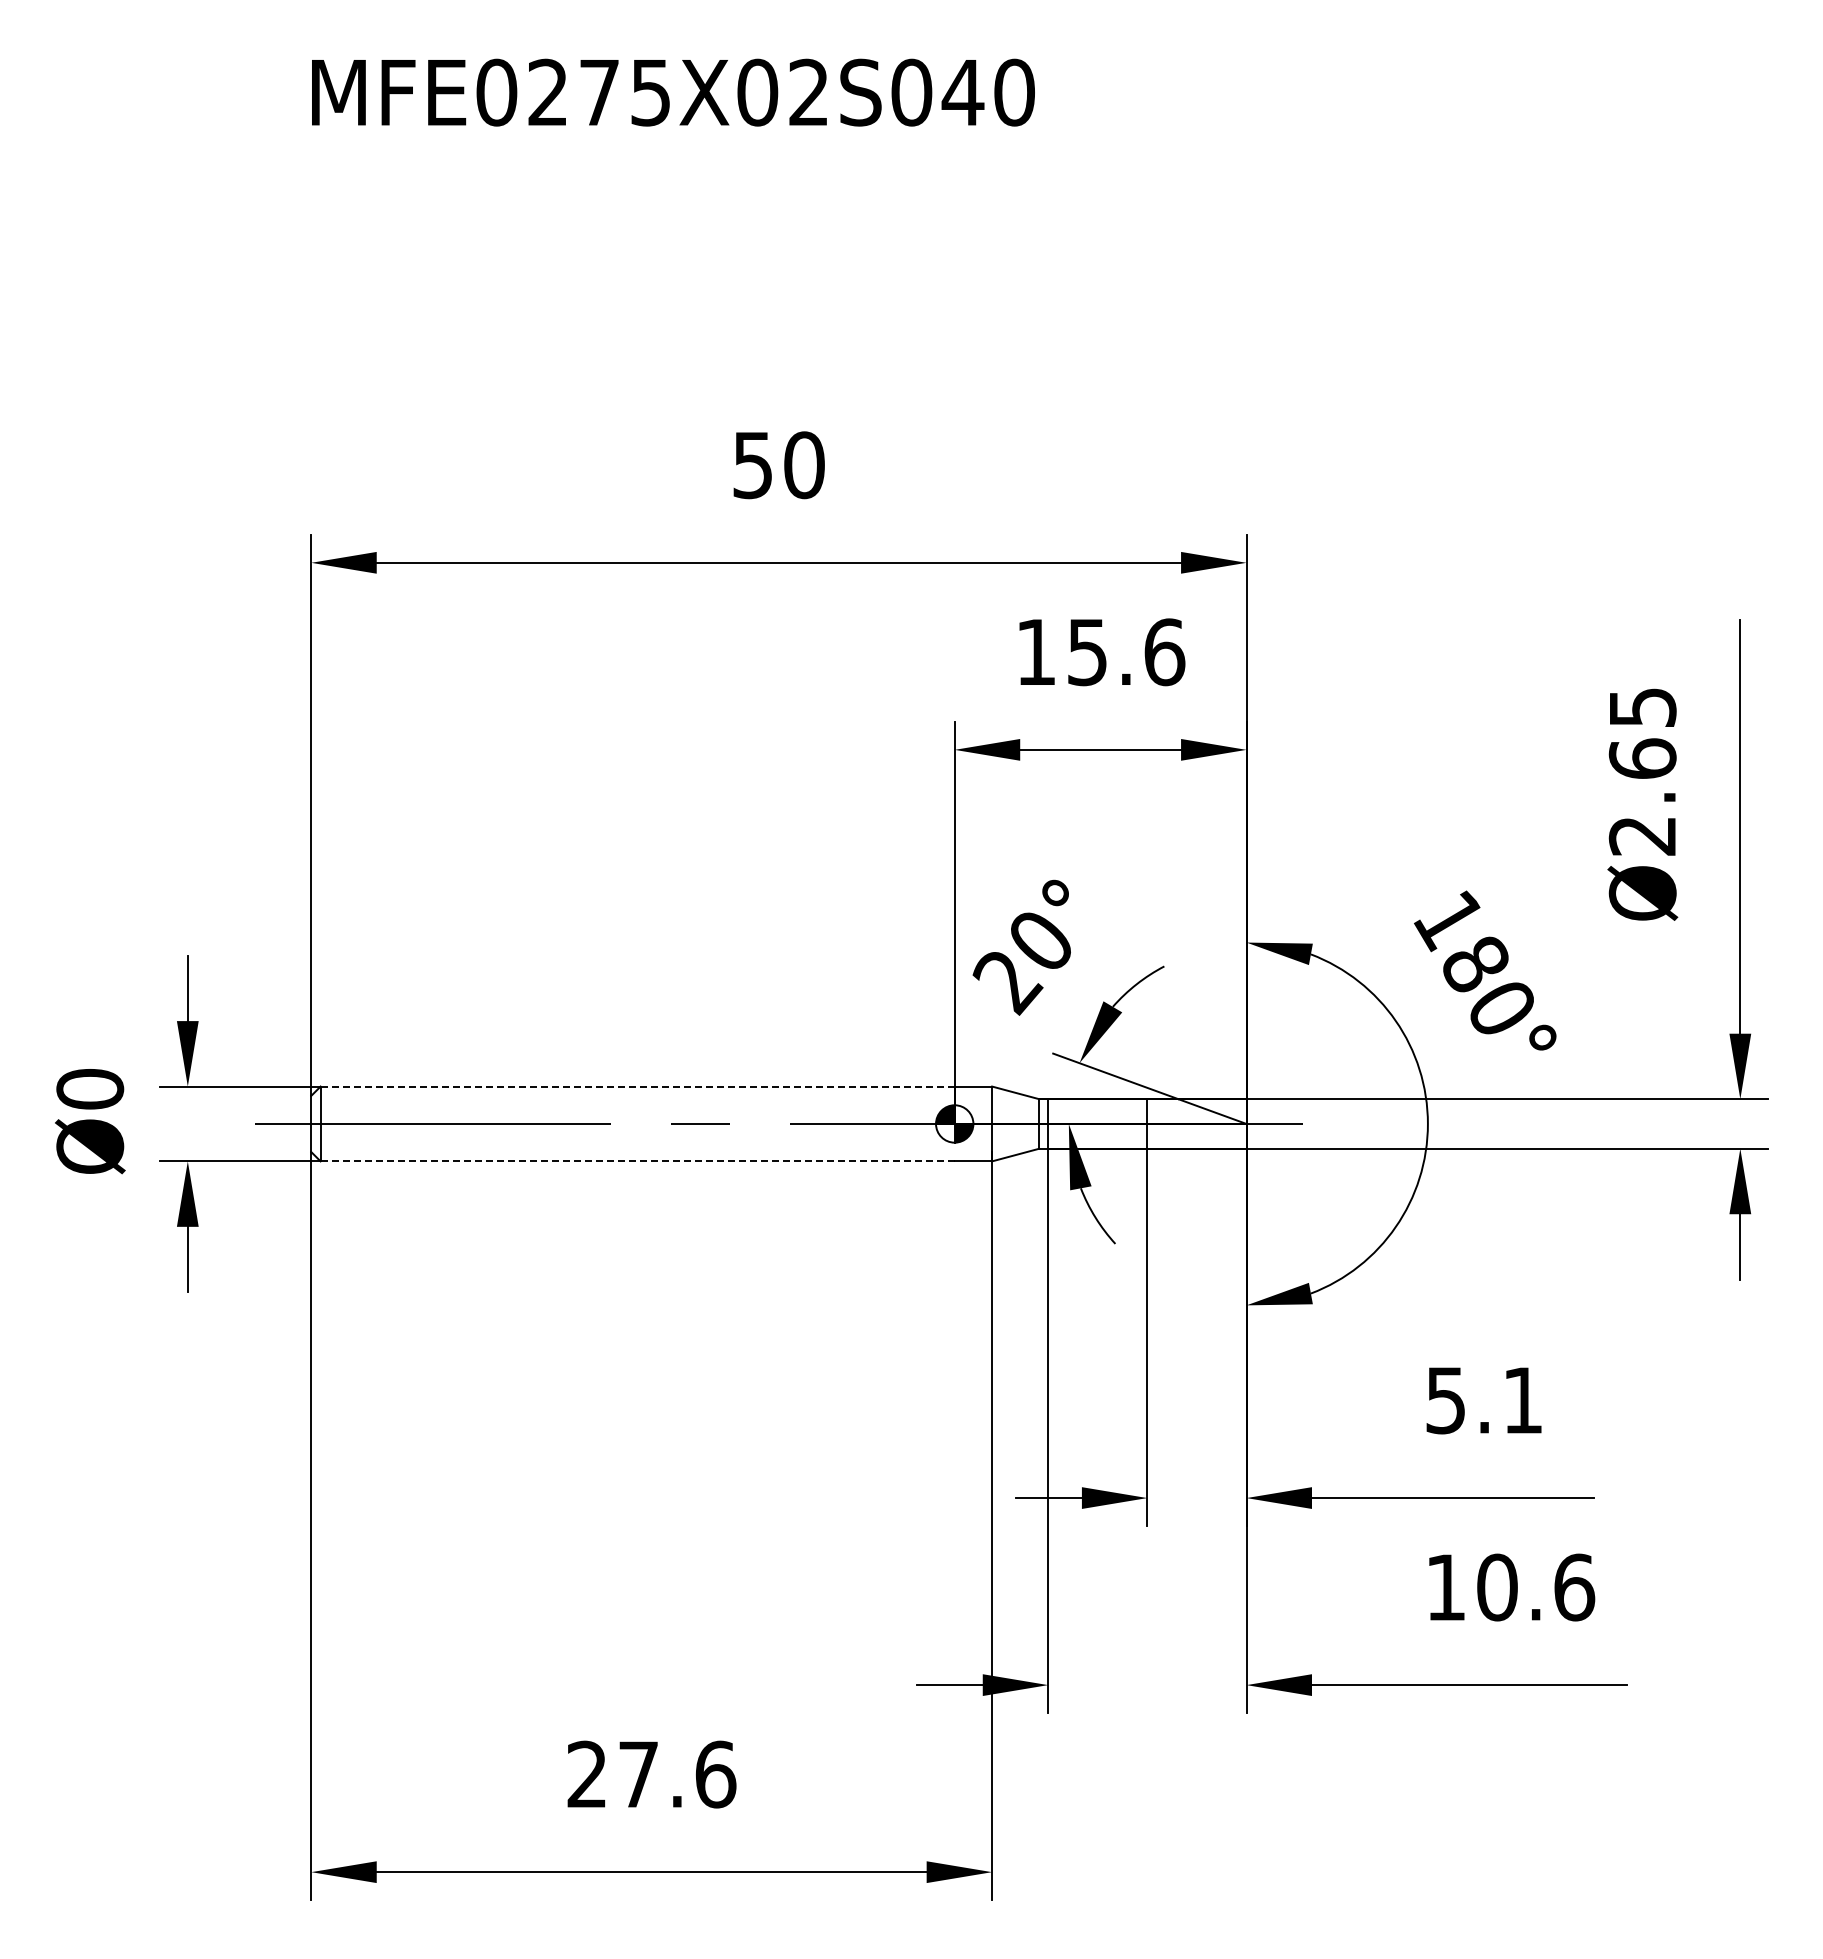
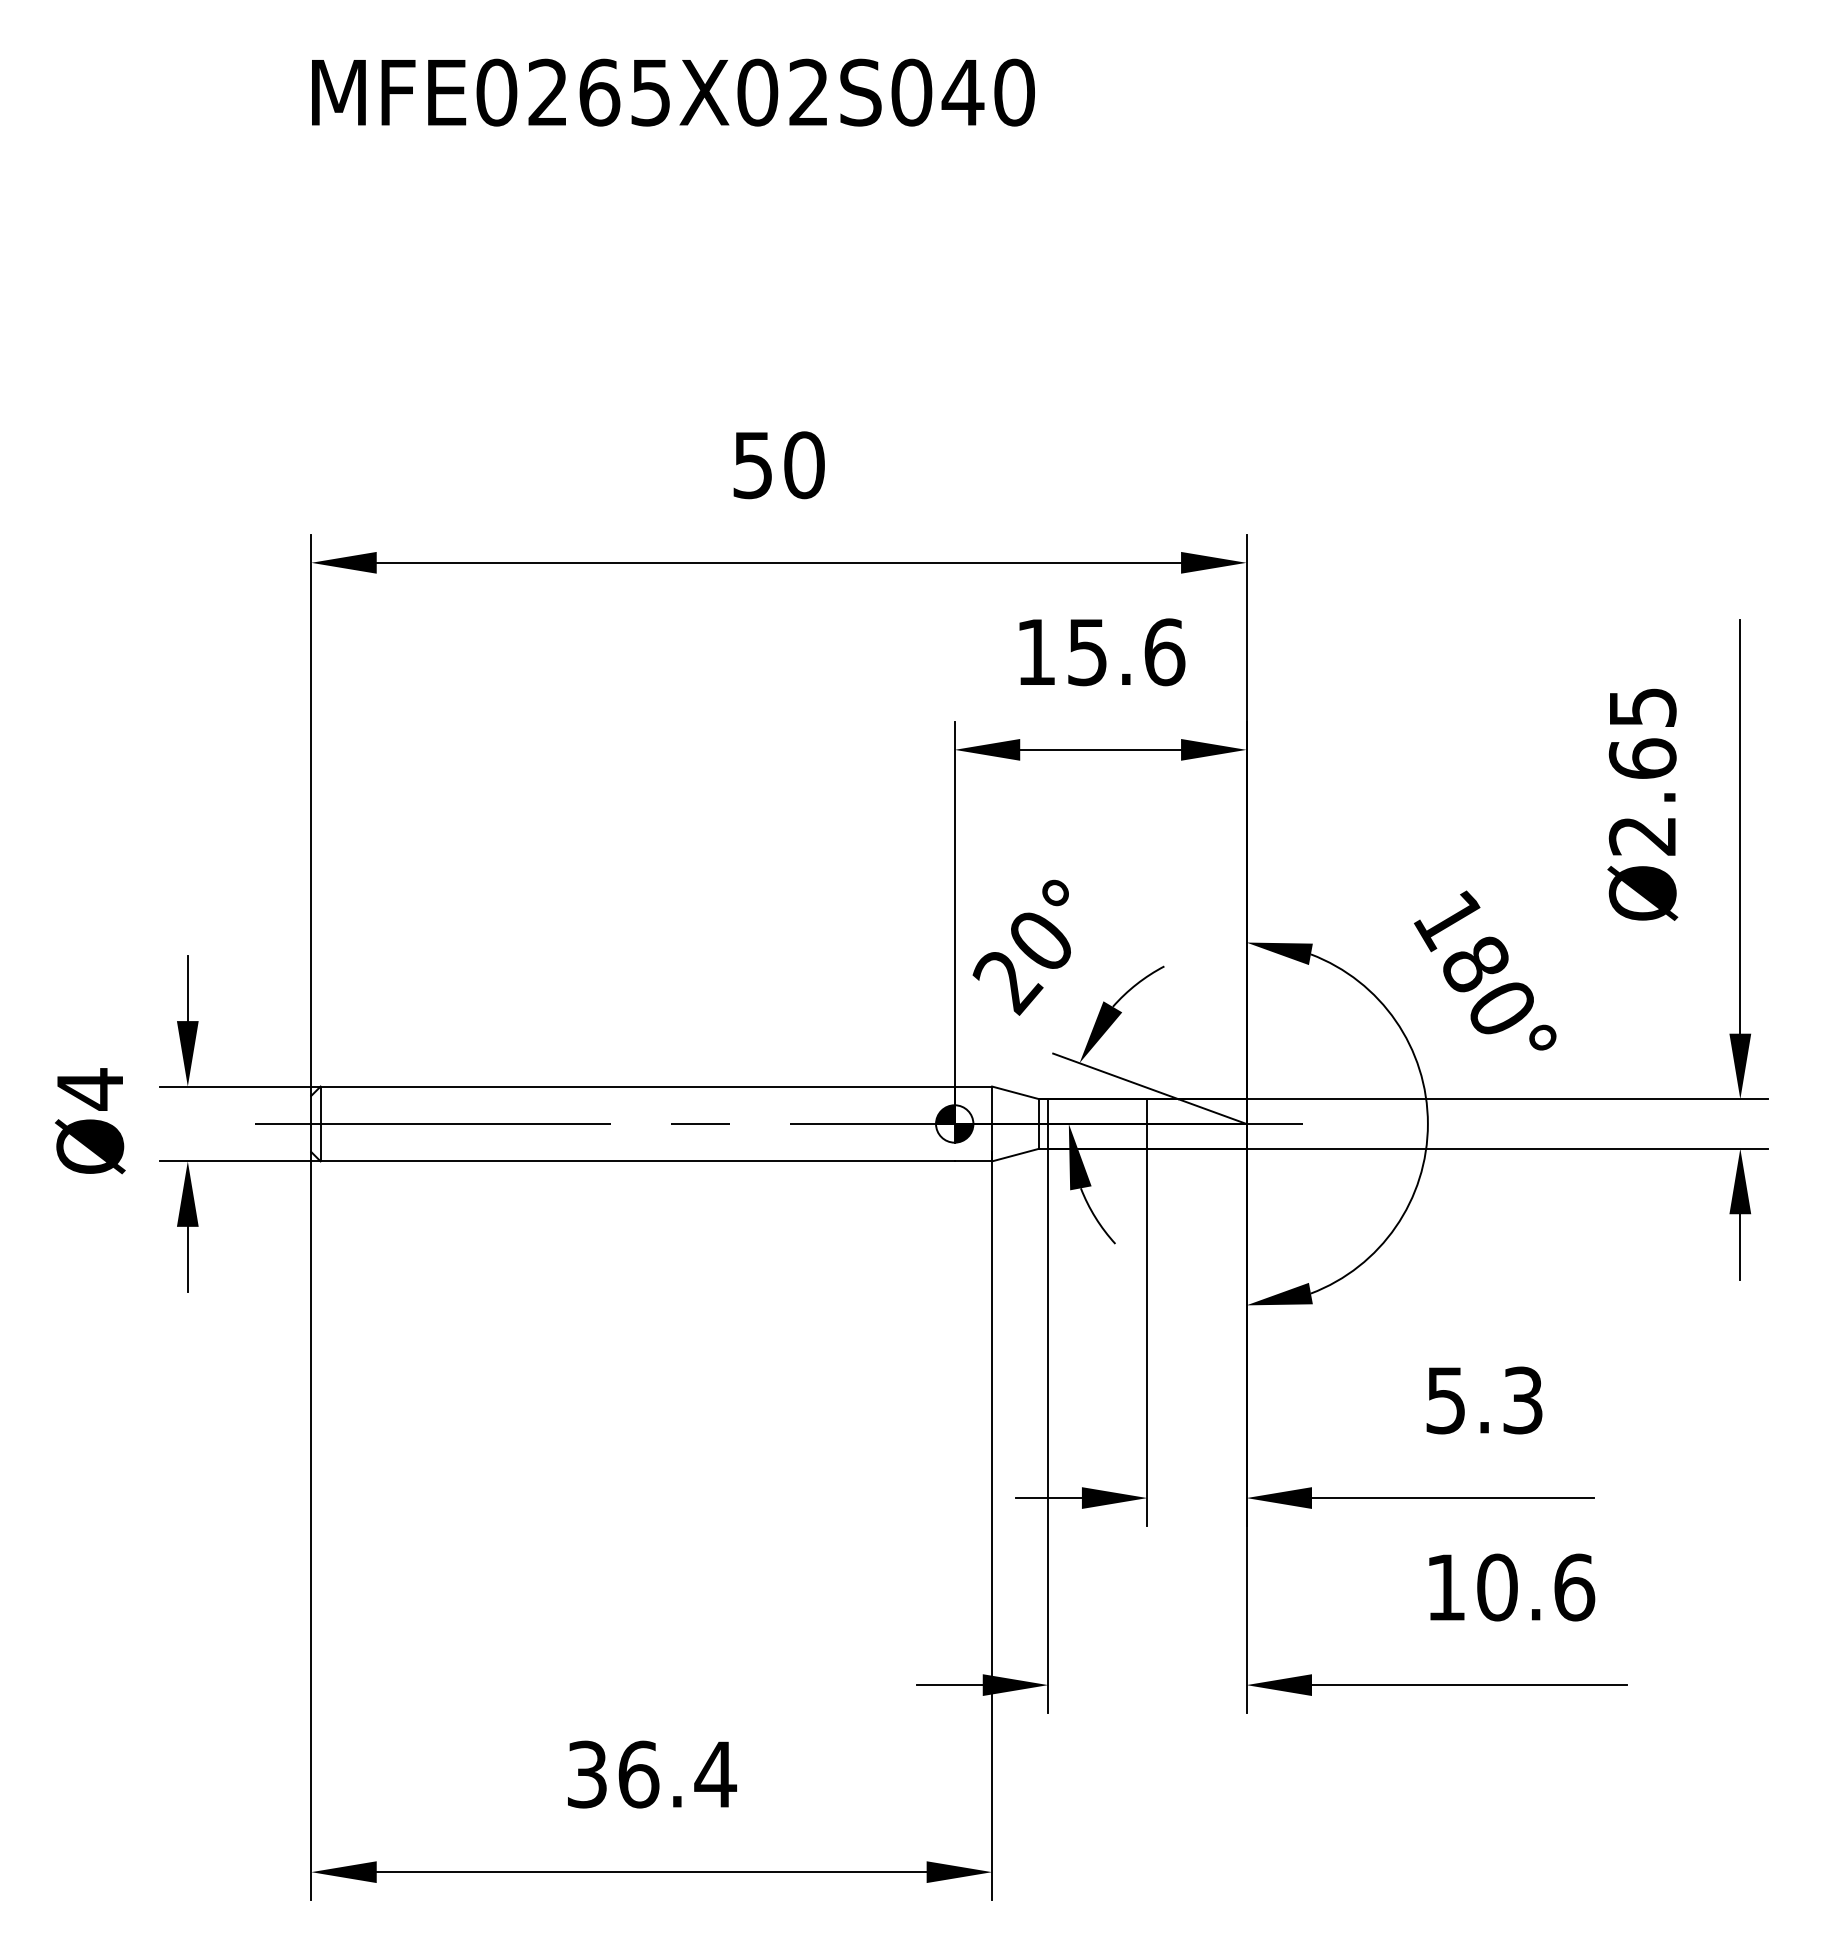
text at (599, 92): MFE0275X02S040 -> MFE0265X02S040
line at (637, 1086): dashed -> solid
text at (90, 1089): Ø0 -> Ø4
line at (638, 1161): dashed -> solid
text at (1522, 1400): 5.1 -> 5.3
text at (652, 1774): 27.6 -> 36.4
